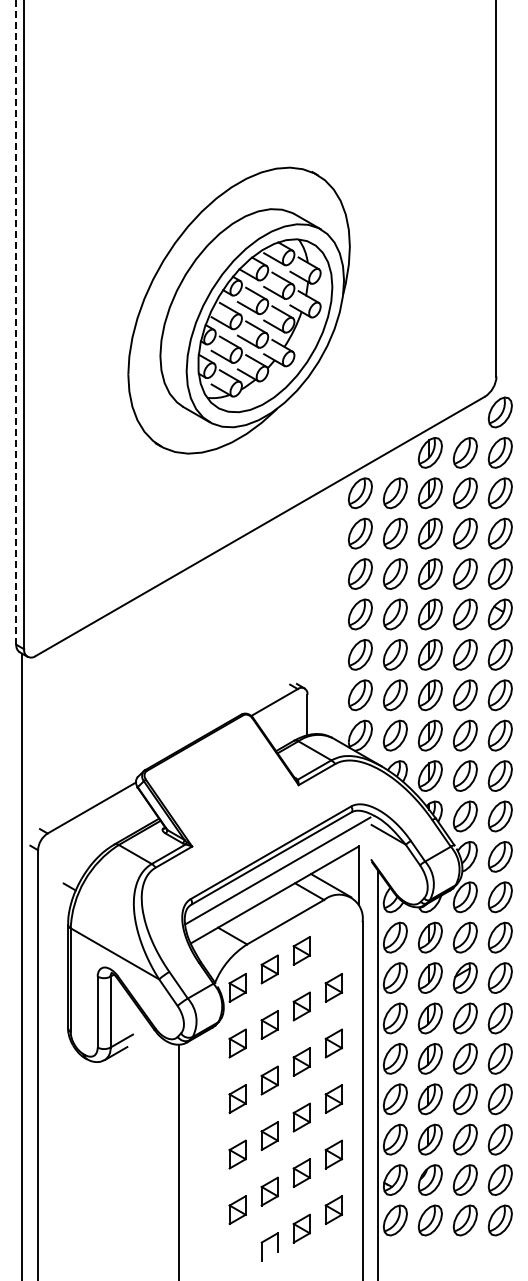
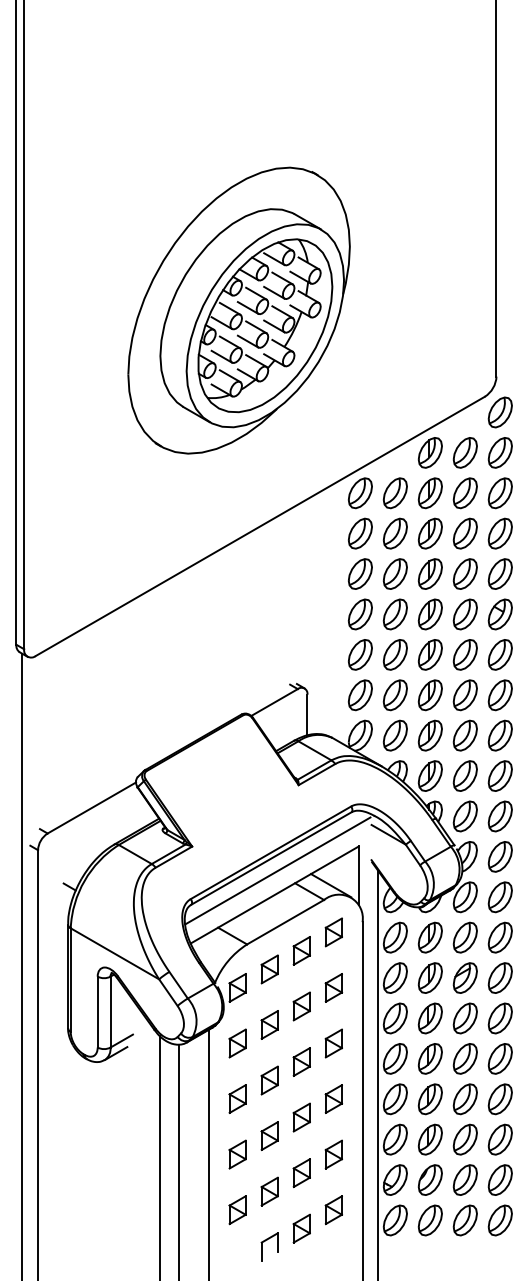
line at (16, 321): dashed -> solid
part at (333, 932): none -> present
line at (208, 1153): none -> present
line at (159, 1156): none -> present
